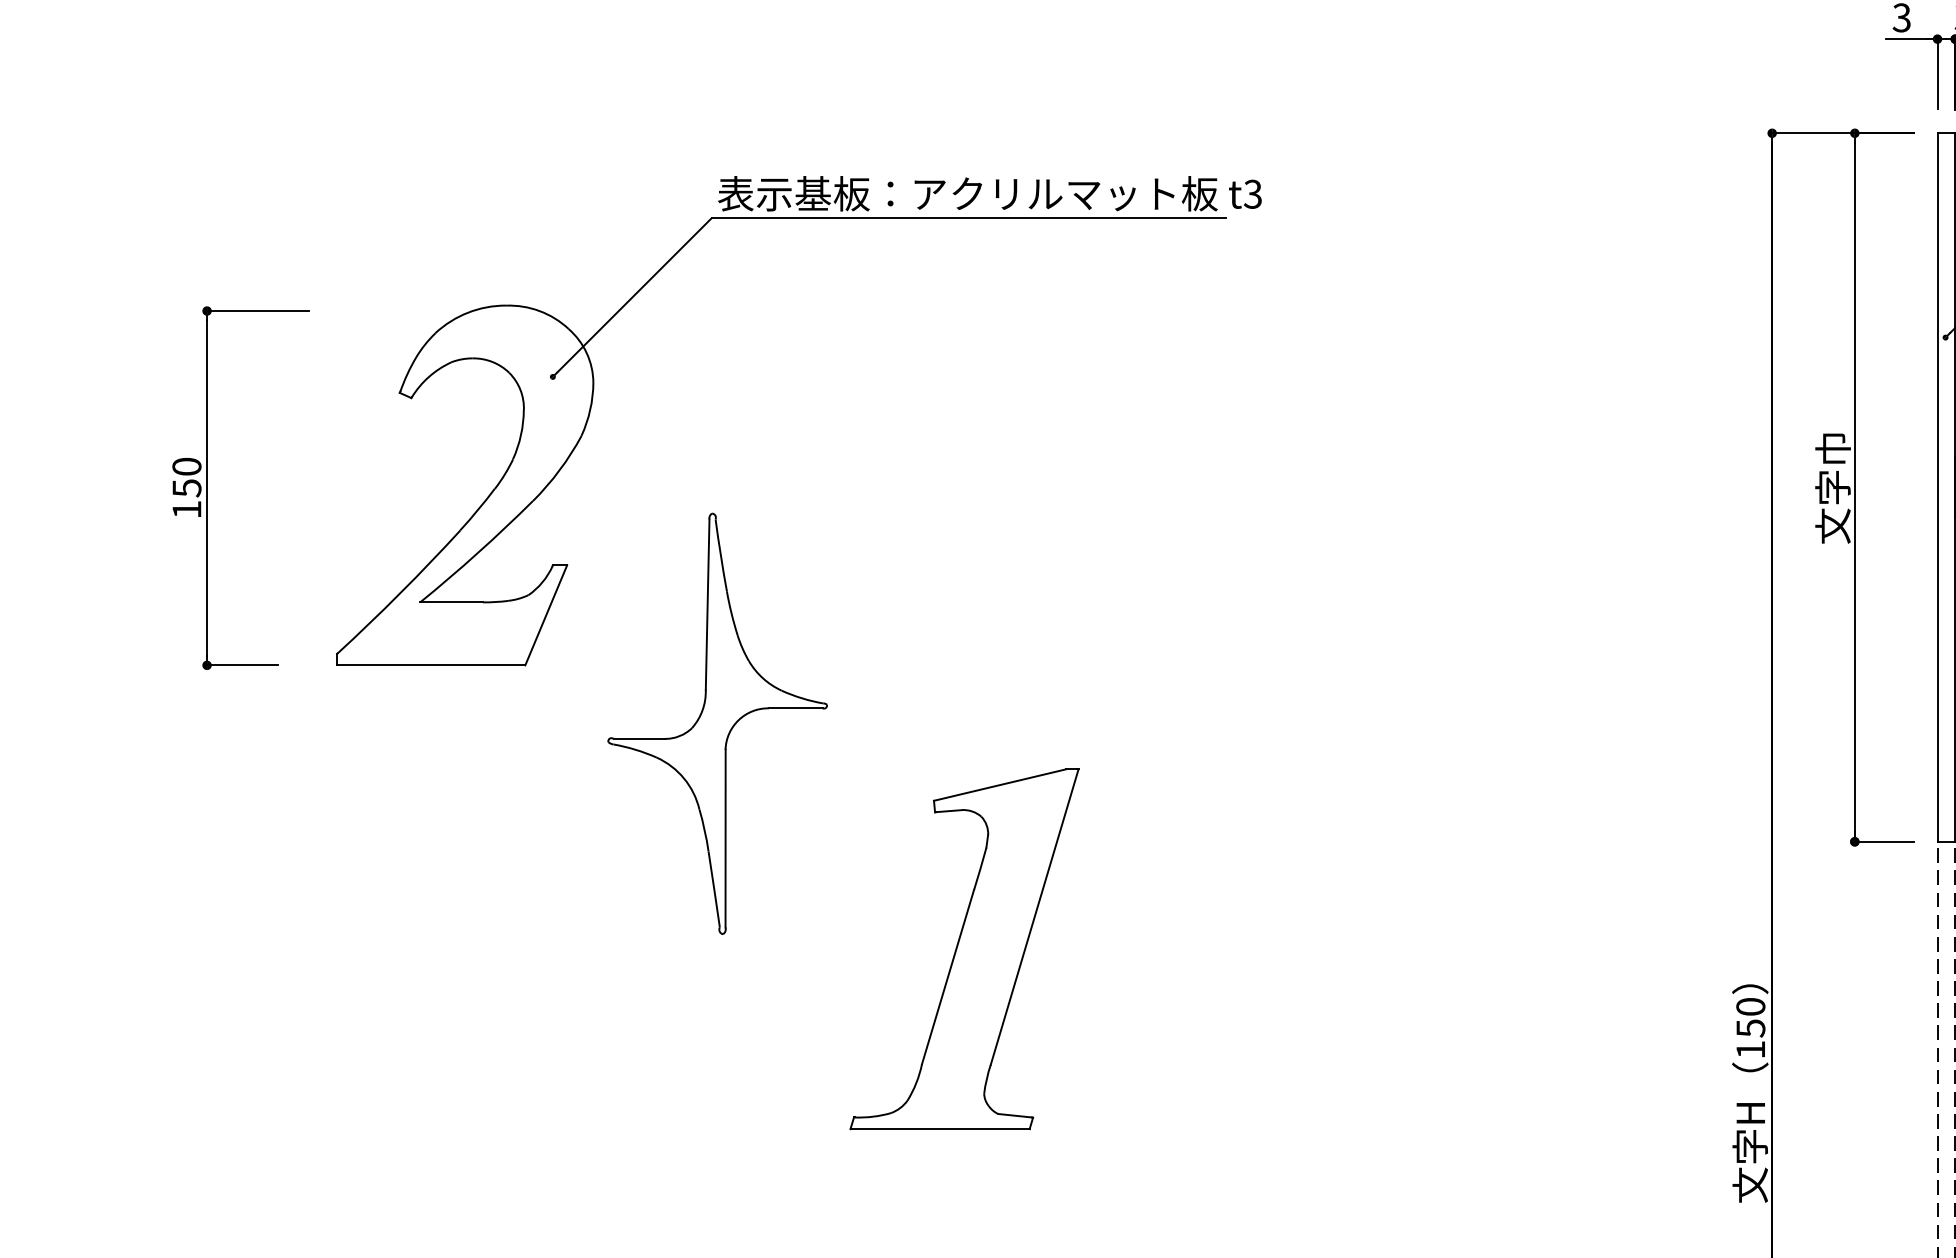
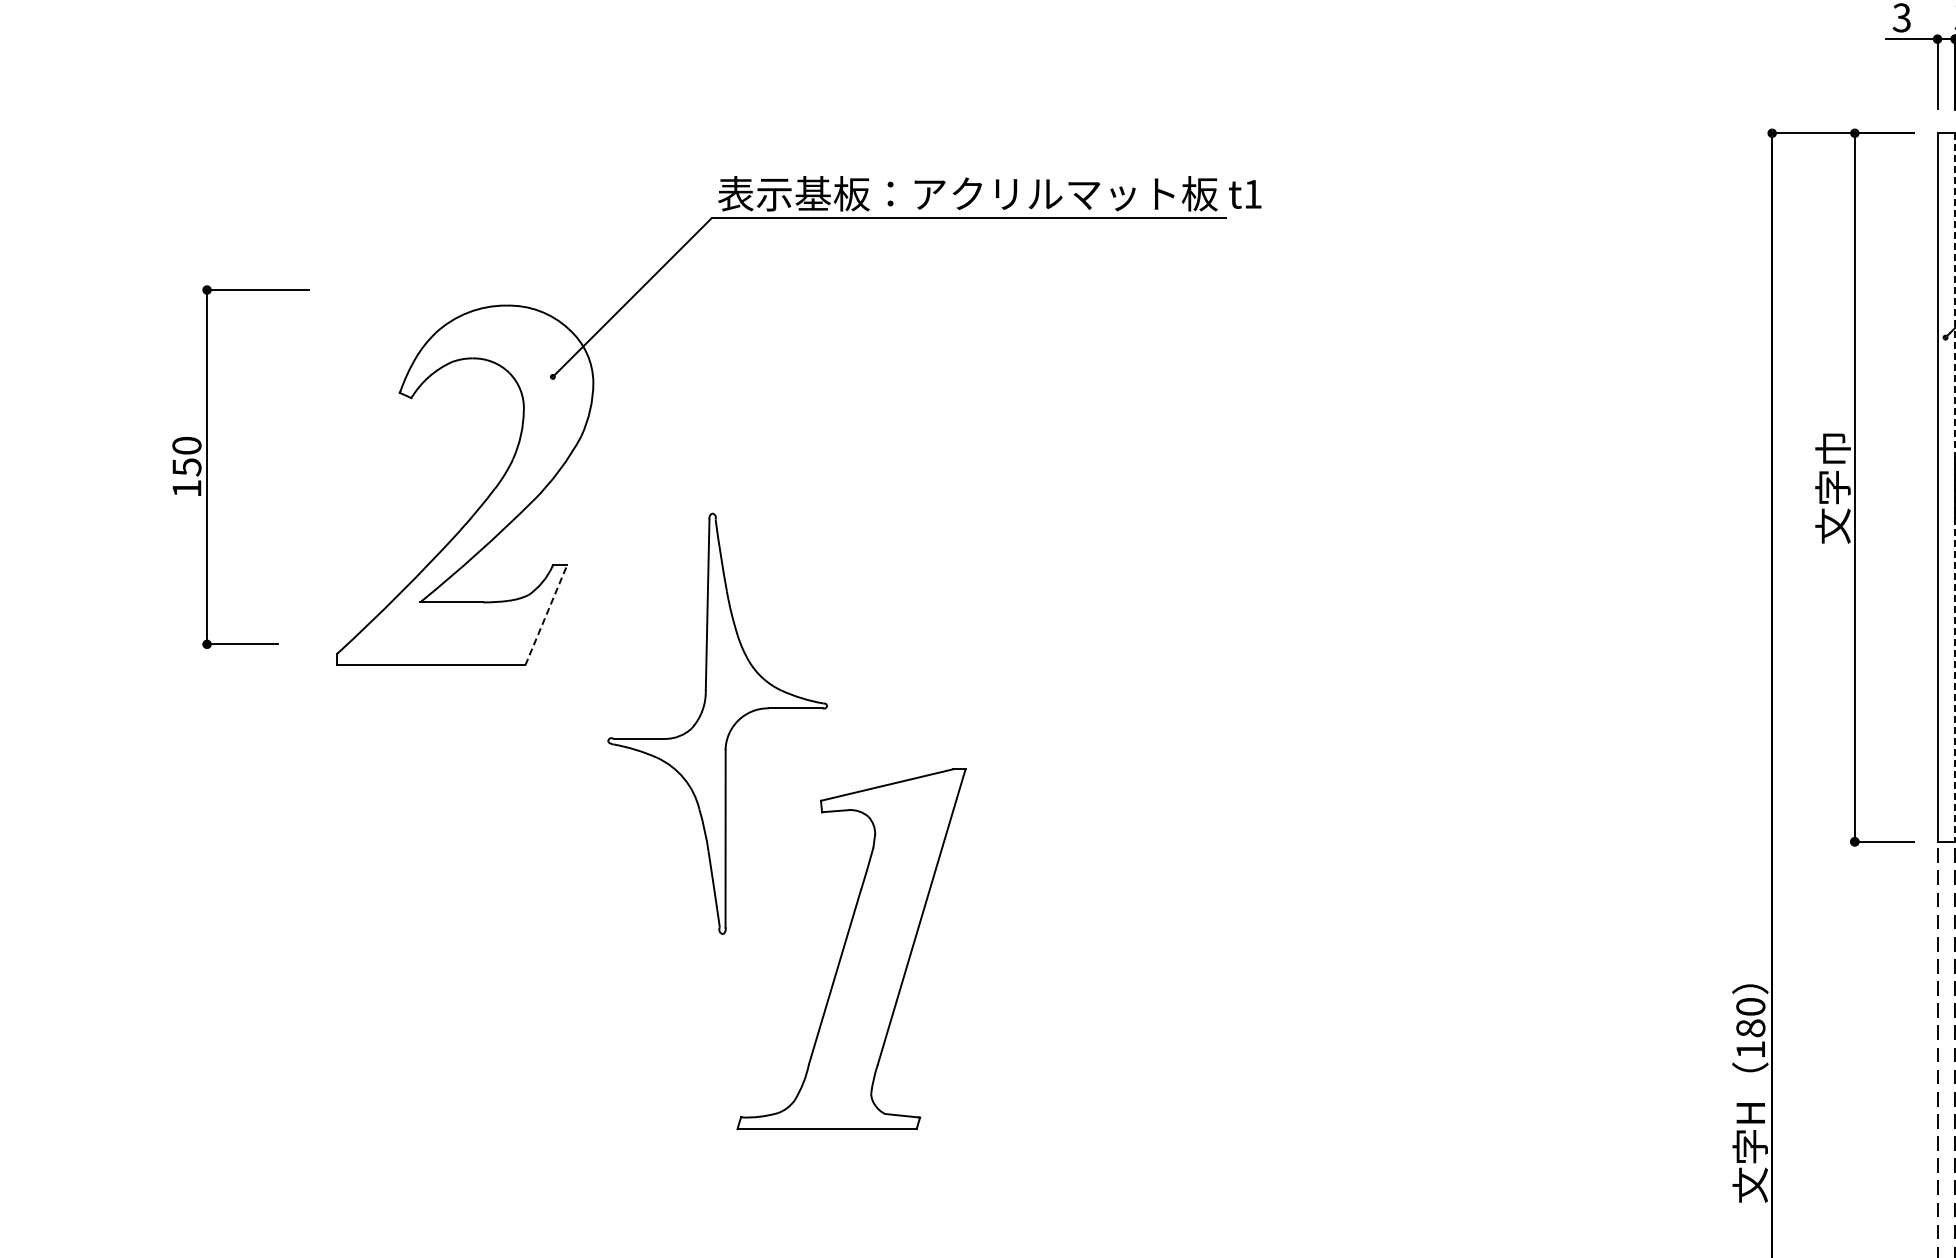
text at (1252, 193): t3 -> t1
part at (207, 487) position: (207, 487) -> (207, 466)
line at (1955, 487): solid -> dashed
line at (546, 614): solid -> dashed
part at (964, 949) position: (964, 949) -> (851, 949)
text at (1750, 1028): 150 -> 180
